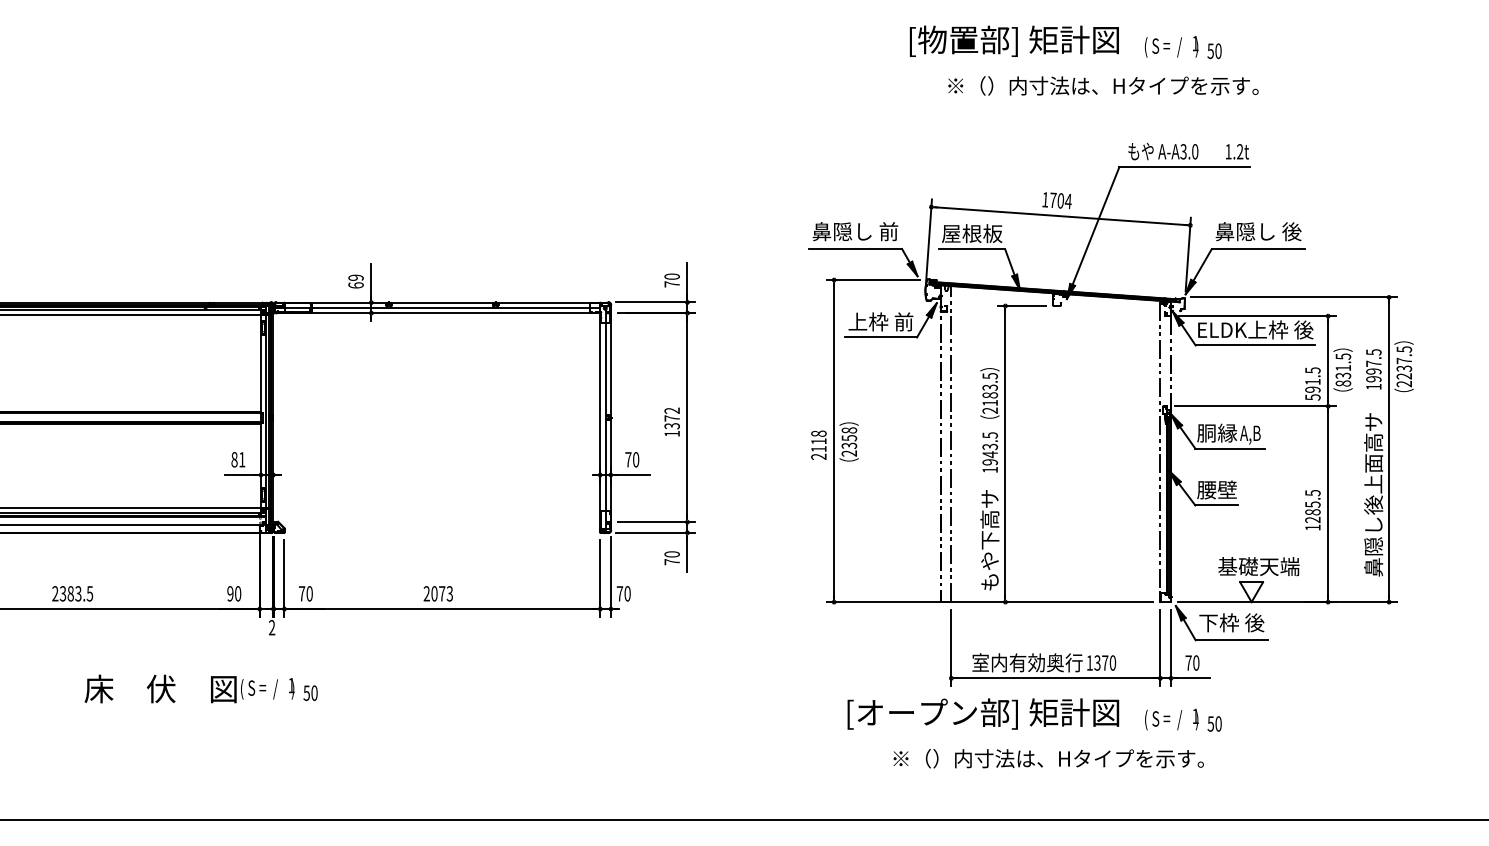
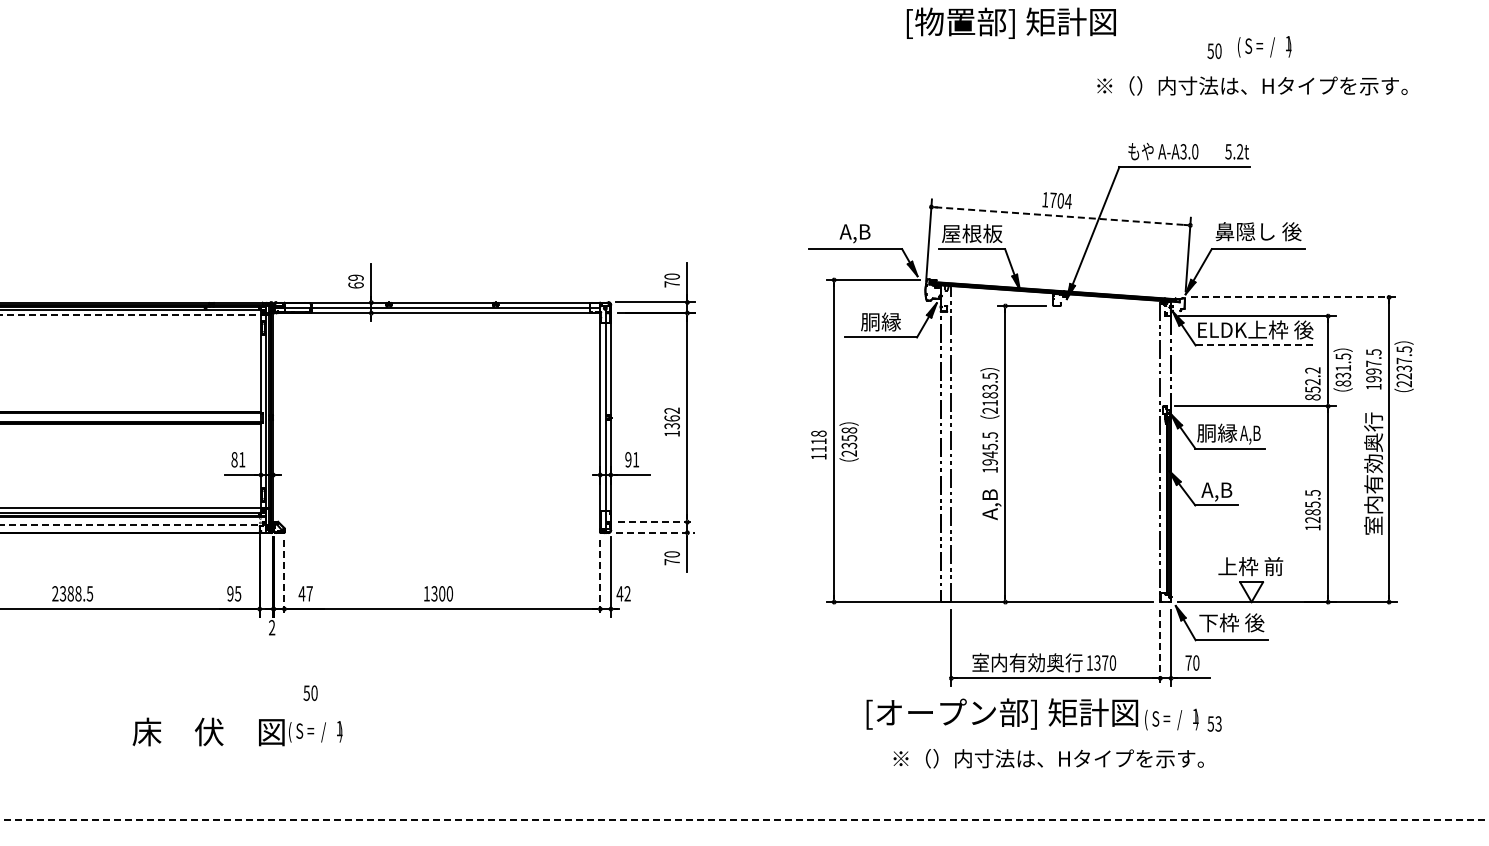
text at (1013, 40) position: (1013, 40) -> (1010, 22)
text at (1171, 46) position: (1171, 46) -> (1264, 46)
text at (1103, 85) position: (1103, 85) -> (1252, 85)
text at (1228, 151): 1.2t -> 5.2t
line at (1060, 216): solid -> dashed
text at (855, 232): 鼻隠し 前 -> A,B
line at (1294, 297): solid -> dashed
line at (135, 314): solid -> dashed
text at (880, 321): 上枠 前 -> 胴縁
line at (1255, 345): solid -> dashed
text at (1312, 383): 591.5 -> 852.2
text at (671, 418): 1372 -> 1362
text at (989, 446): 1943.5 -> 1945.5
text at (818, 456): 2118 -> 1118
text at (632, 459): 70 -> 91
text at (1216, 490): 腰壁 -> A,B
text at (1373, 494): 鼻隠し後上面高サ -> 室内有効奥行
line at (657, 522): solid -> dashed
line at (134, 524): solid -> dashed
line at (655, 532): solid -> dashed
text at (990, 539): もや下高サ -> A,B
text at (1258, 566): 基礎天端 -> 上枠 前
line at (284, 578): solid -> dashed
line at (600, 578): solid -> dashed
text at (78, 593): 2383.5 -> 2388.5
text at (237, 593): 90 -> 95
text at (305, 593): 70 -> 47
text at (438, 593): 2073 -> 1300
text at (623, 593): 70 -> 42
line at (1160, 648): solid -> dashed
text at (189, 688) position: (189, 688) -> (237, 731)
text at (983, 713) position: (983, 713) -> (1002, 713)
text at (1218, 723): 50 -> 53
line at (744, 820): solid -> dashed
